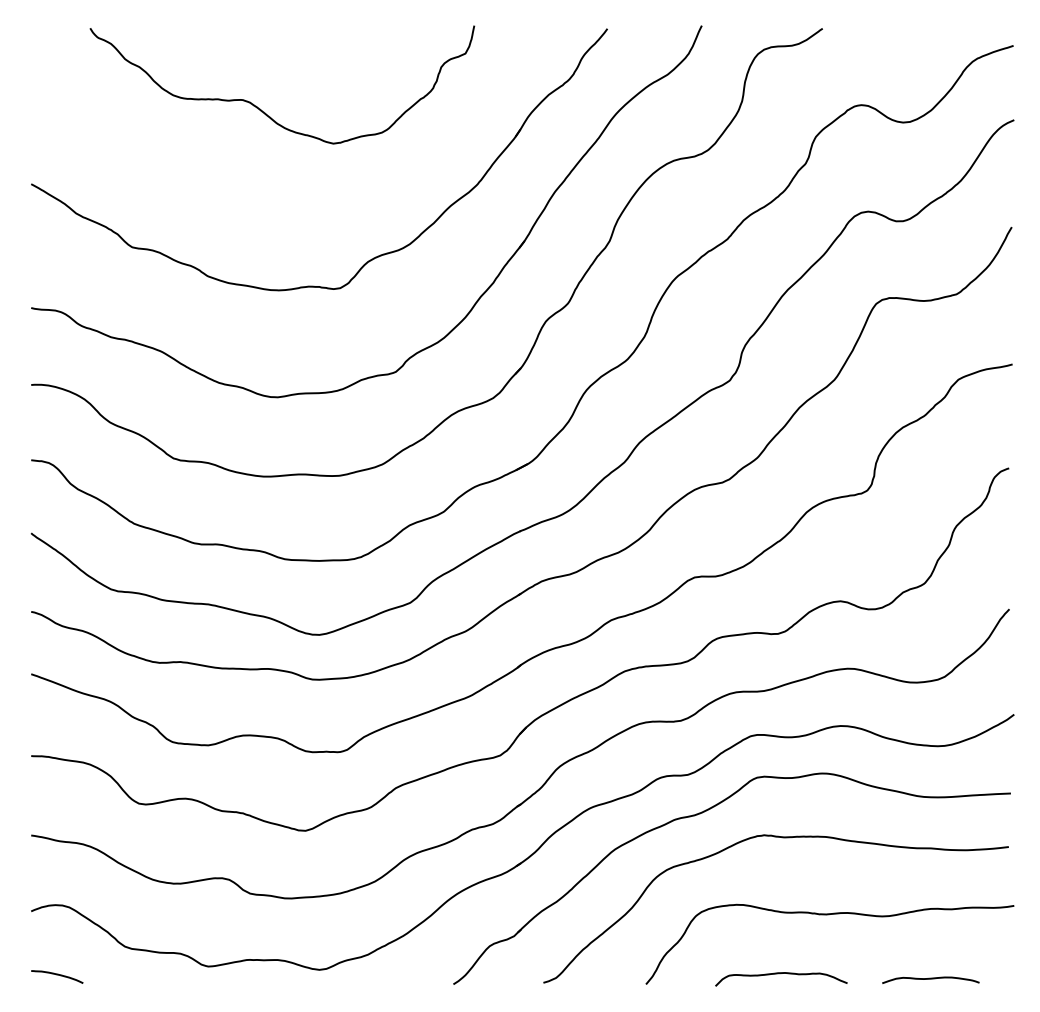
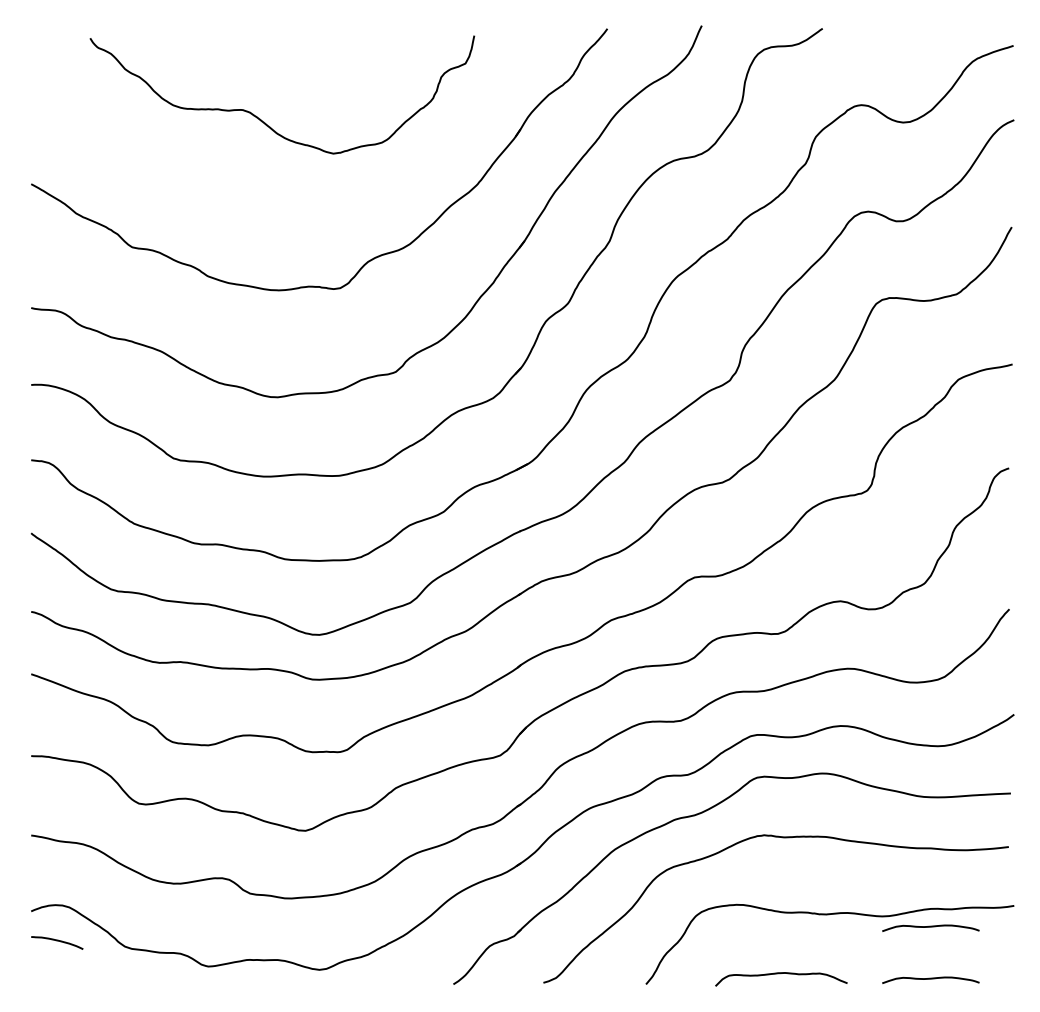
curve at (260, 108) position: (260, 108) -> (260, 118)
curve at (930, 927): none -> present
curve at (57, 975) position: (57, 975) -> (57, 941)
